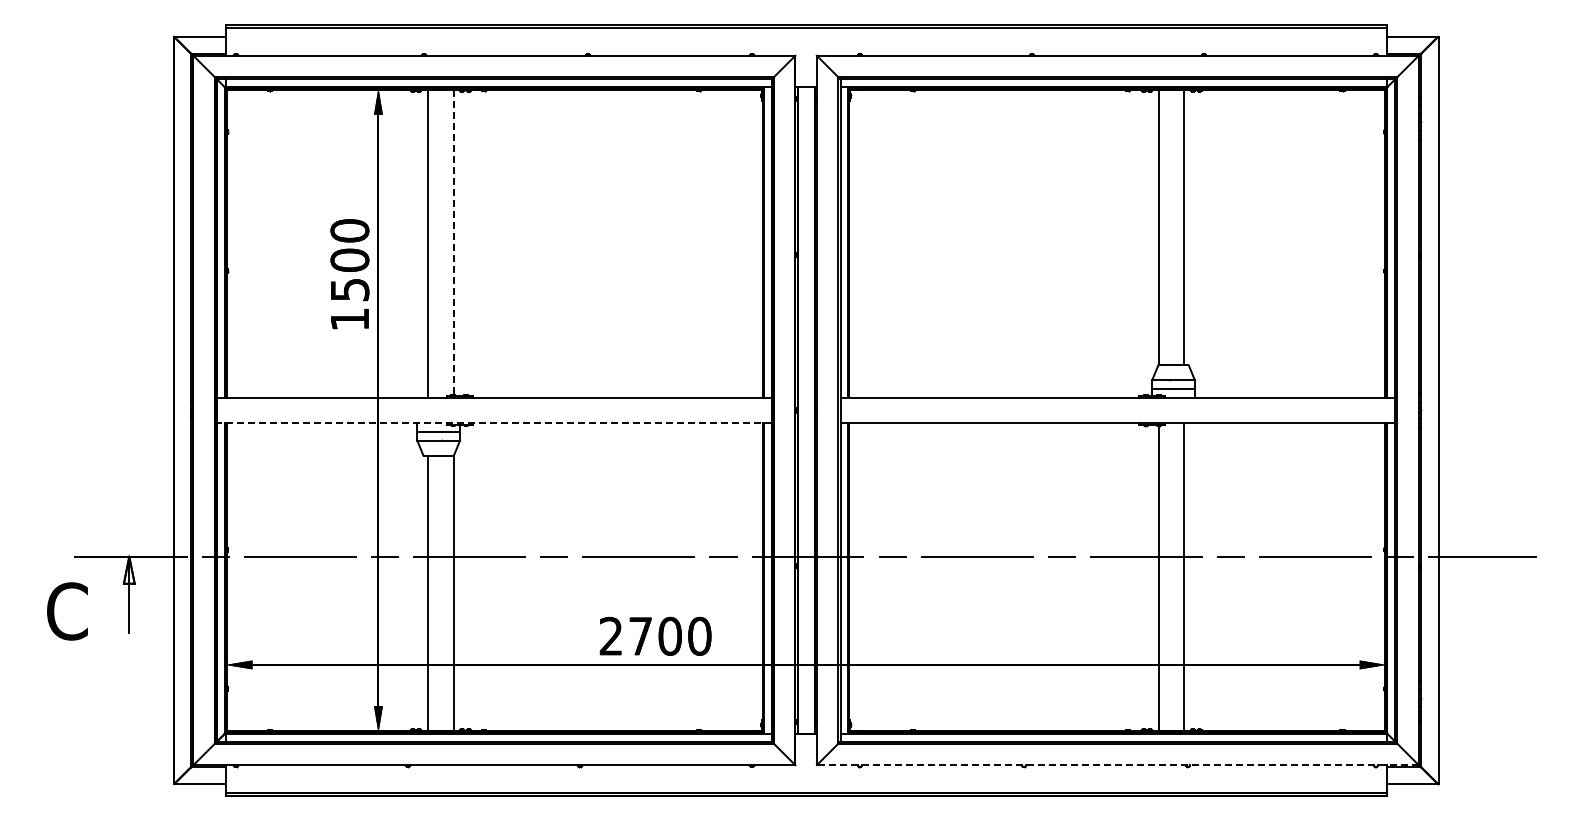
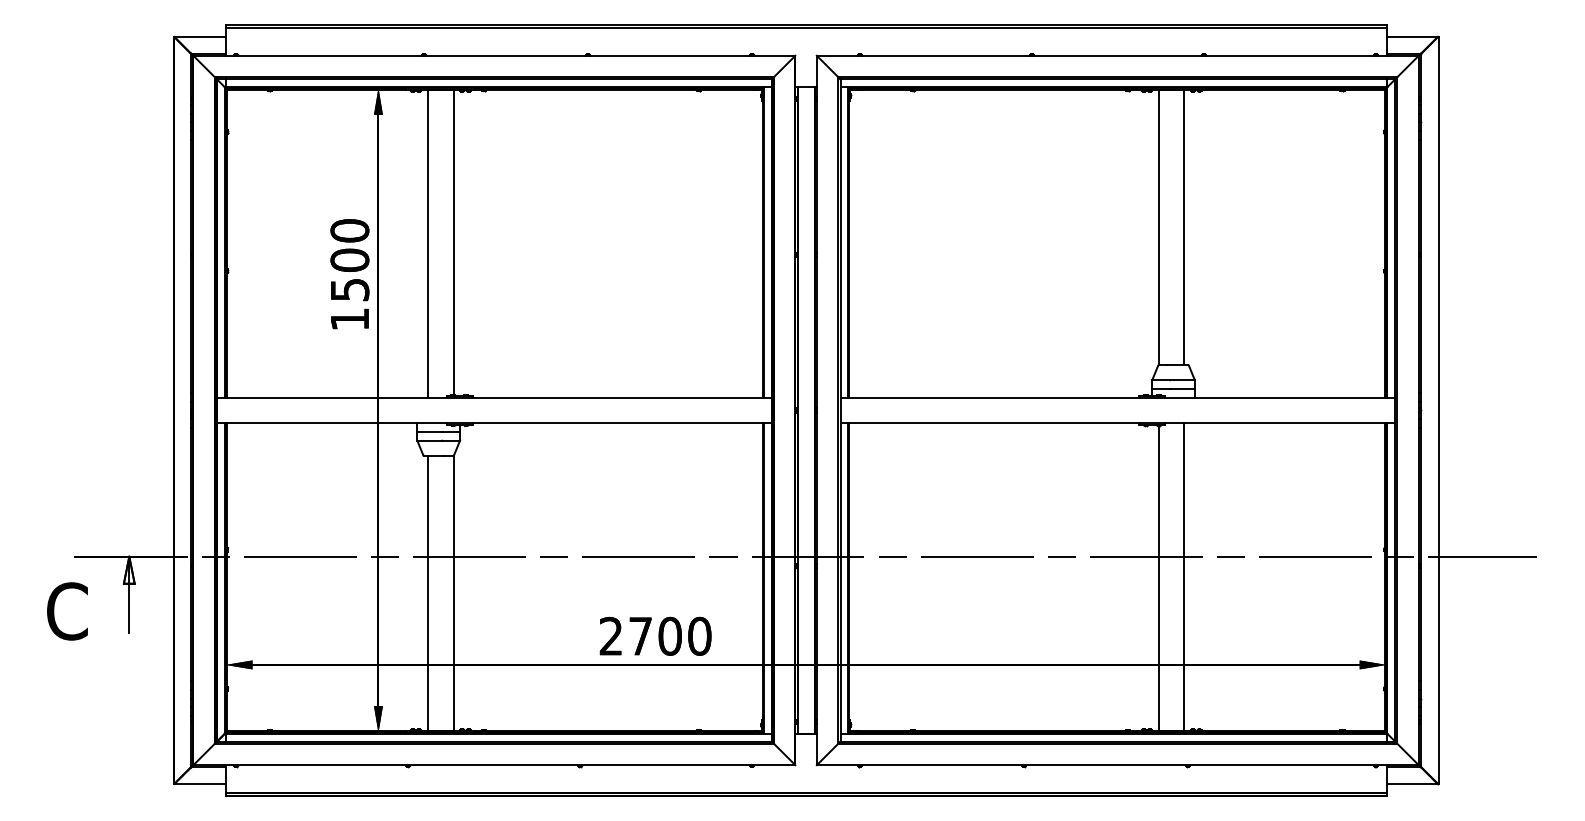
line at (453, 243): dashed -> solid
line at (493, 423): dashed -> solid
line at (1117, 765): dashed -> solid
